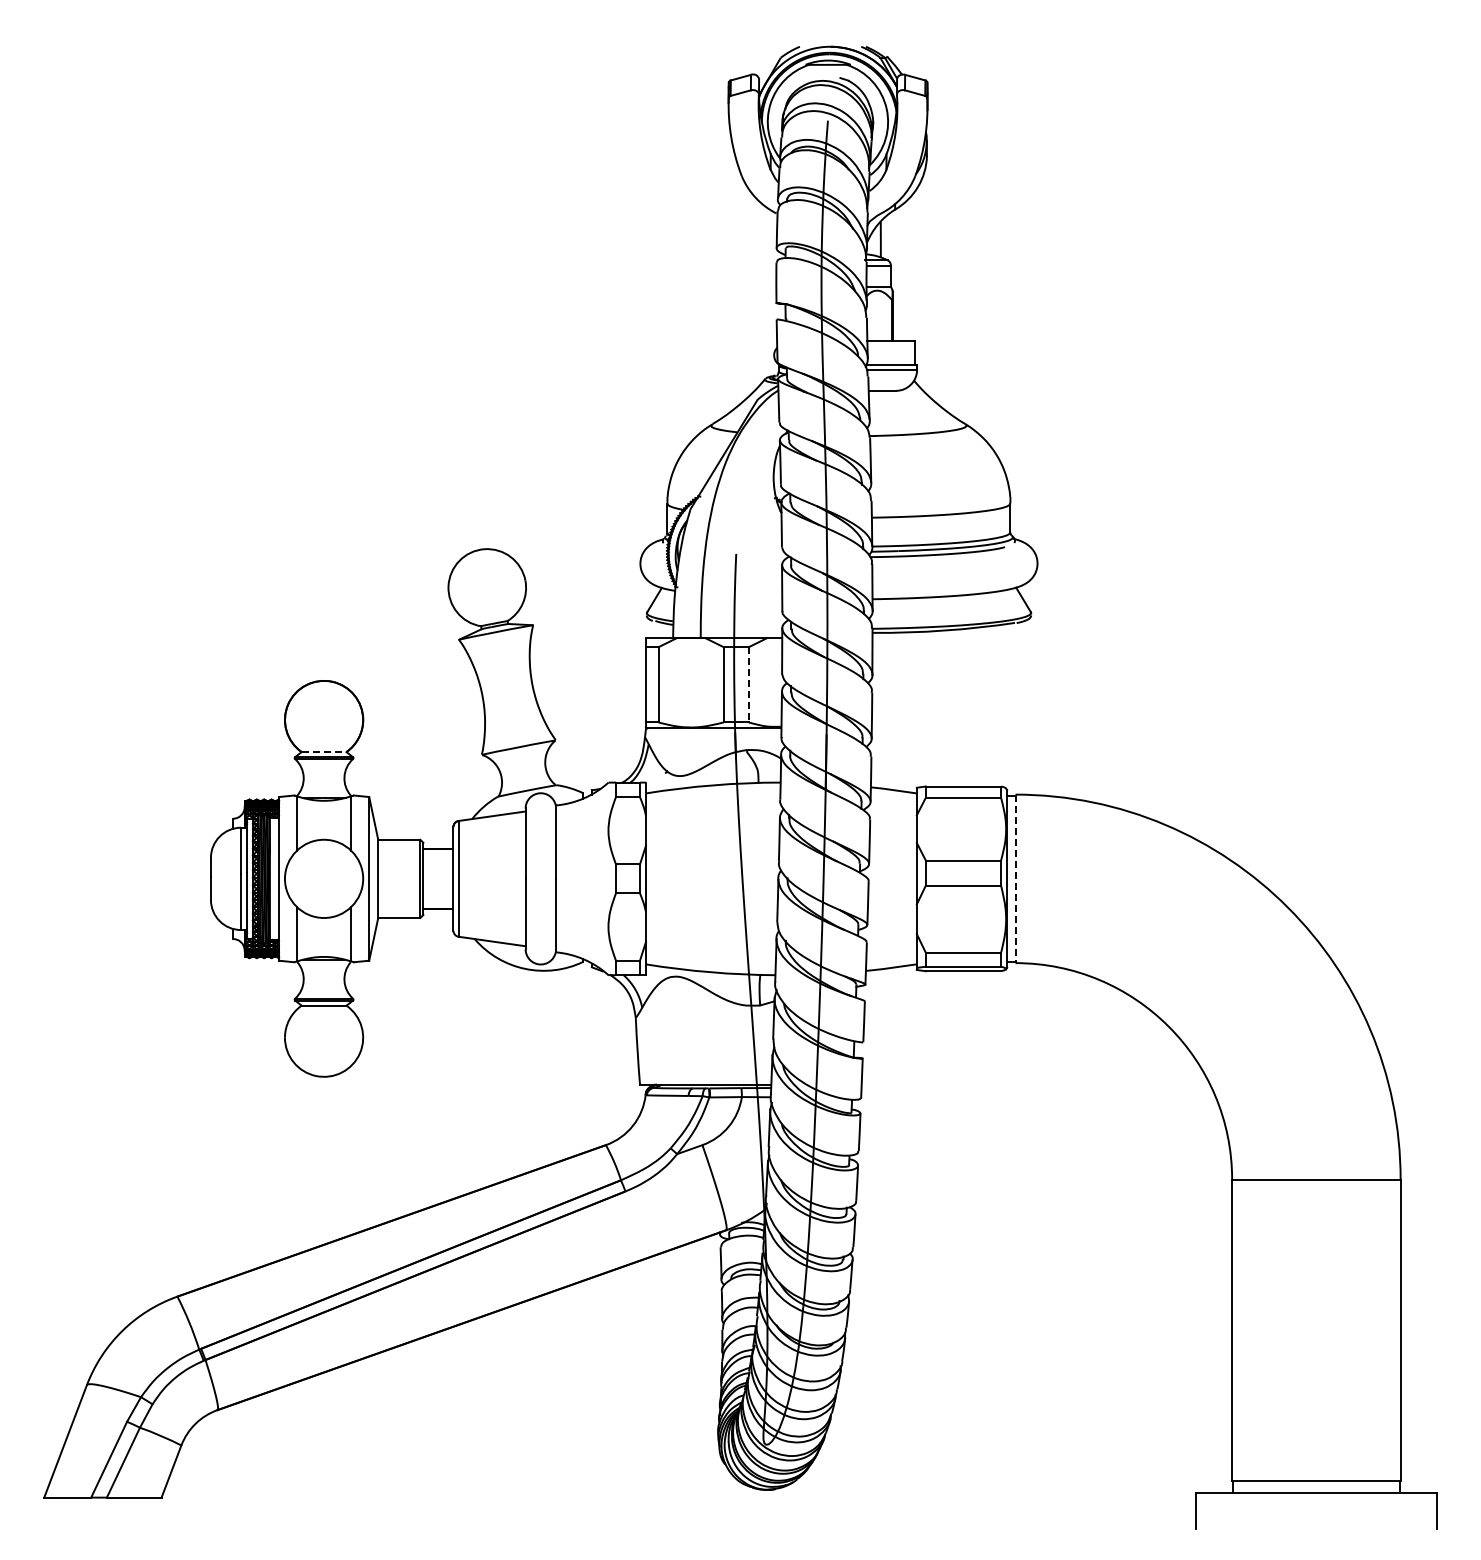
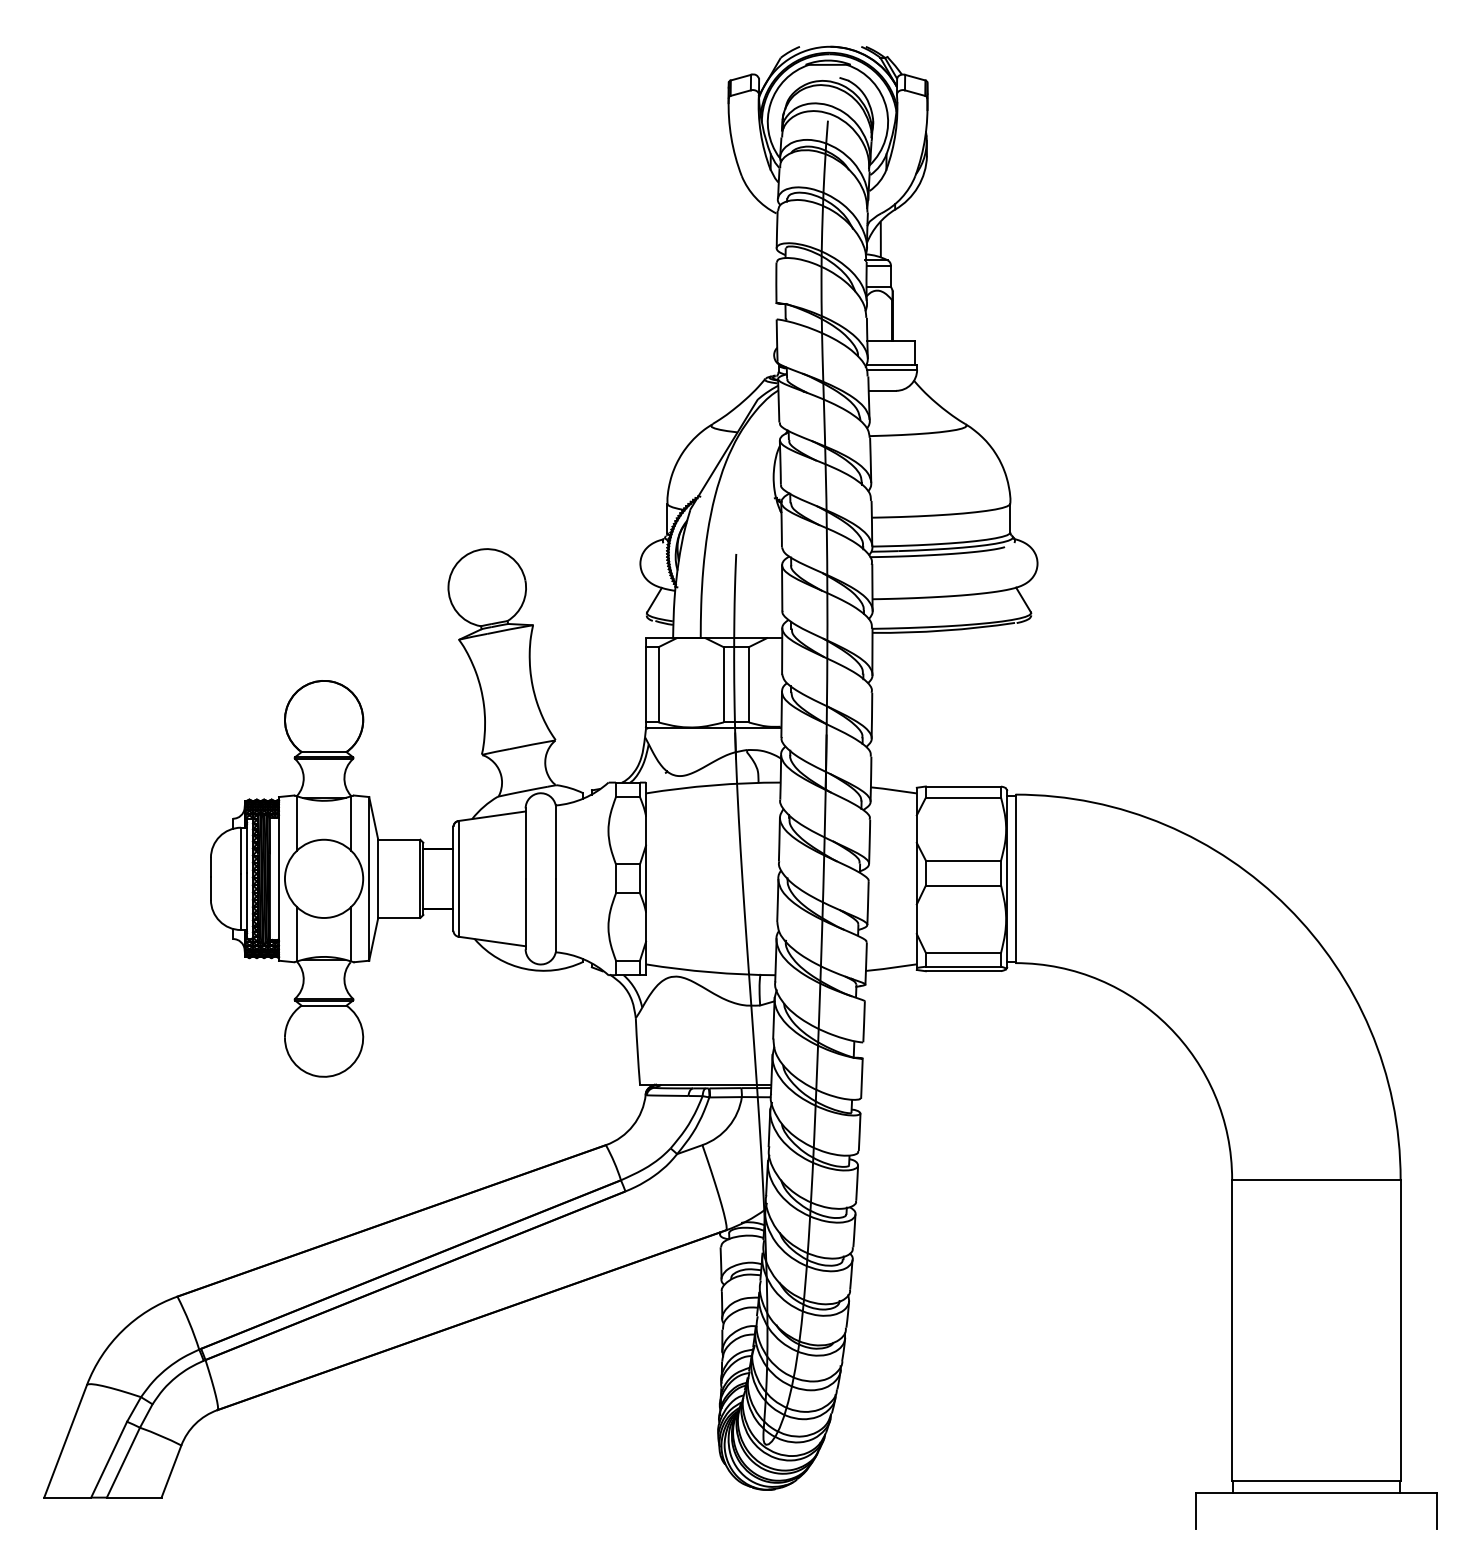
line at (748, 684): dashed -> solid
line at (324, 752): dashed -> solid
line at (1015, 879): dashed -> solid
